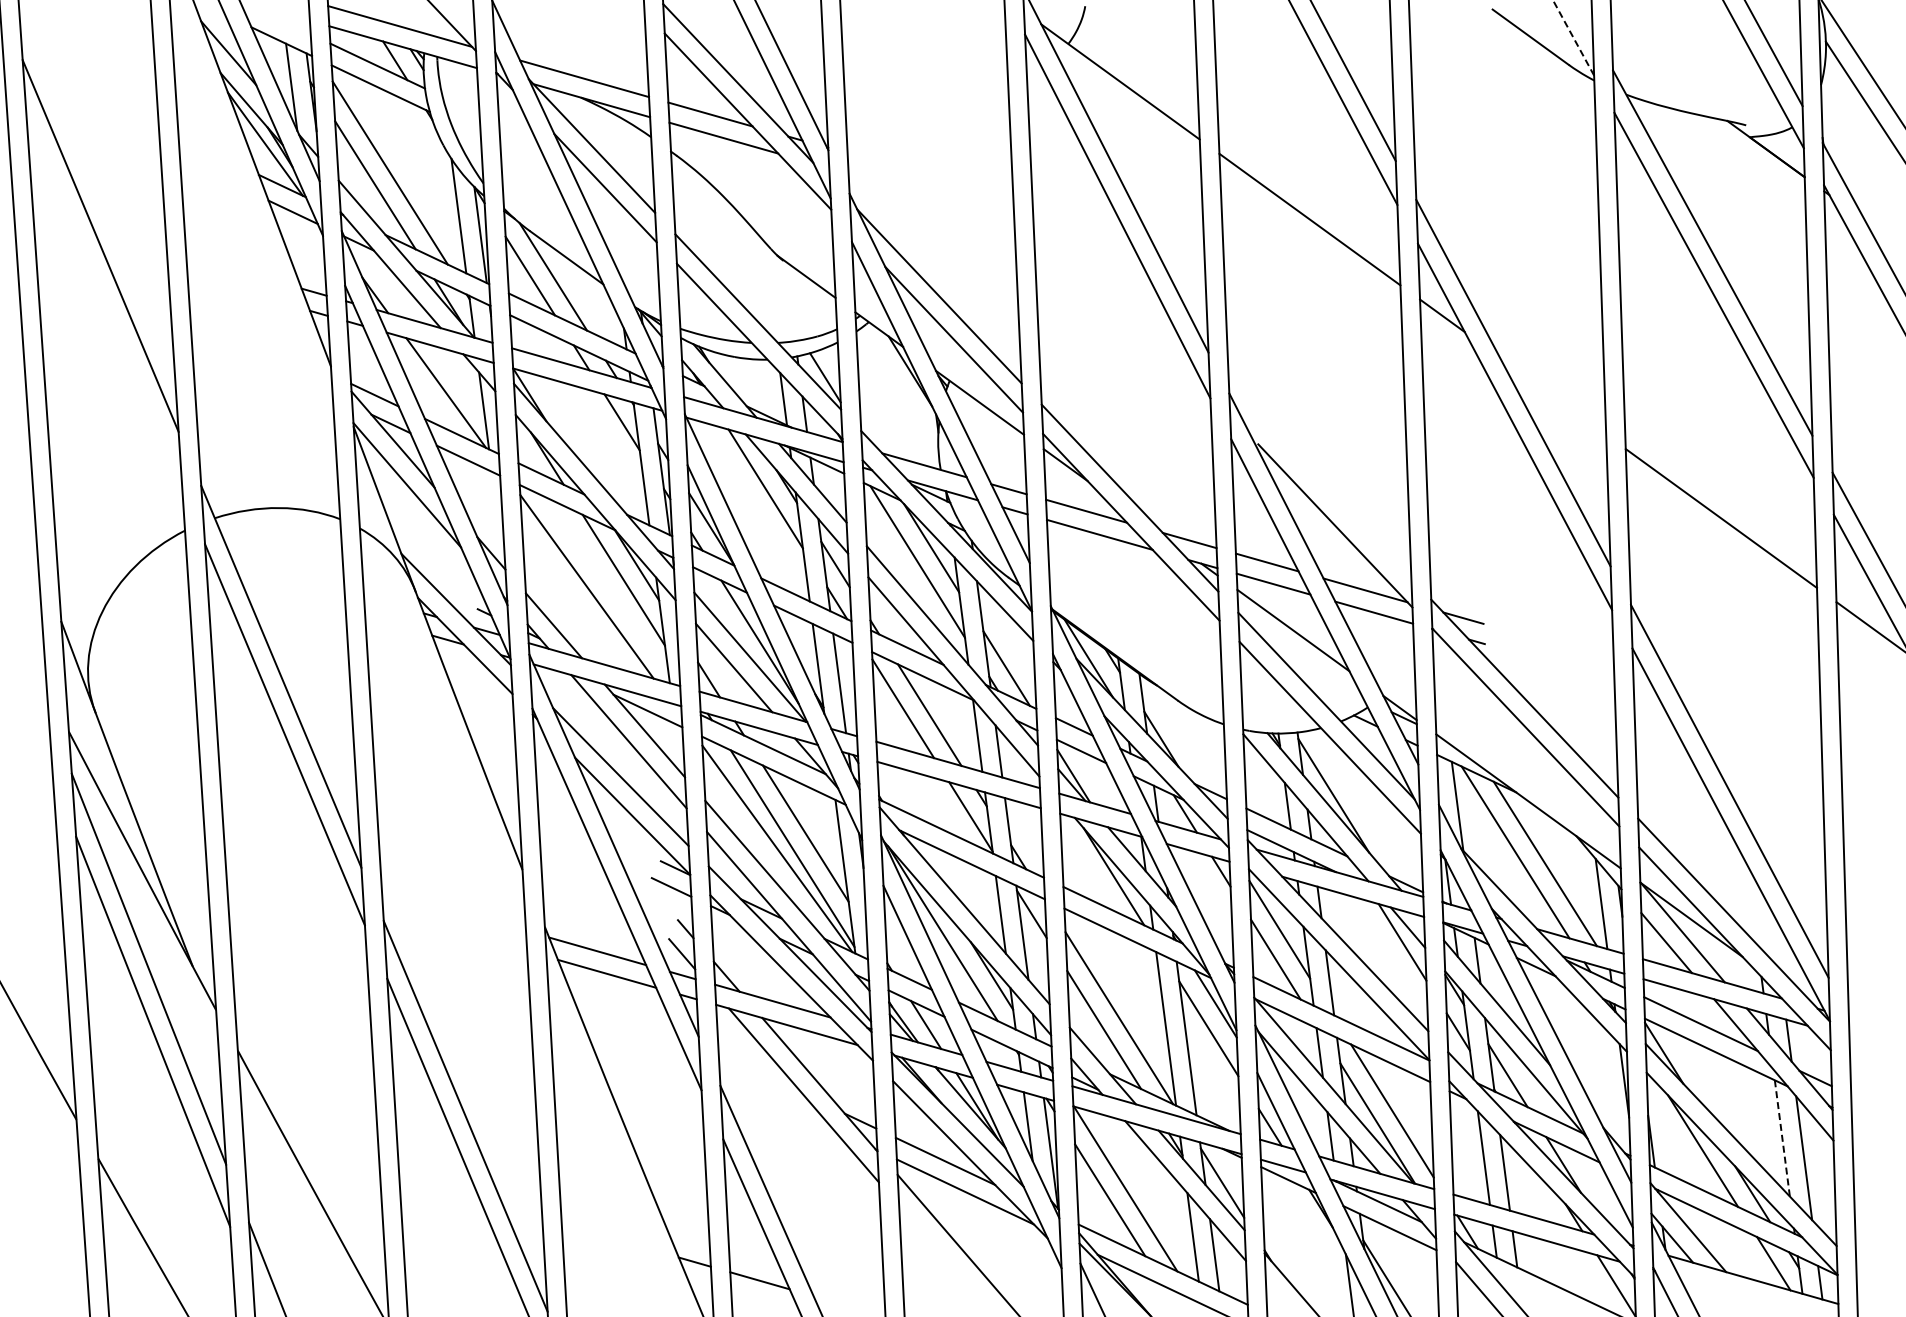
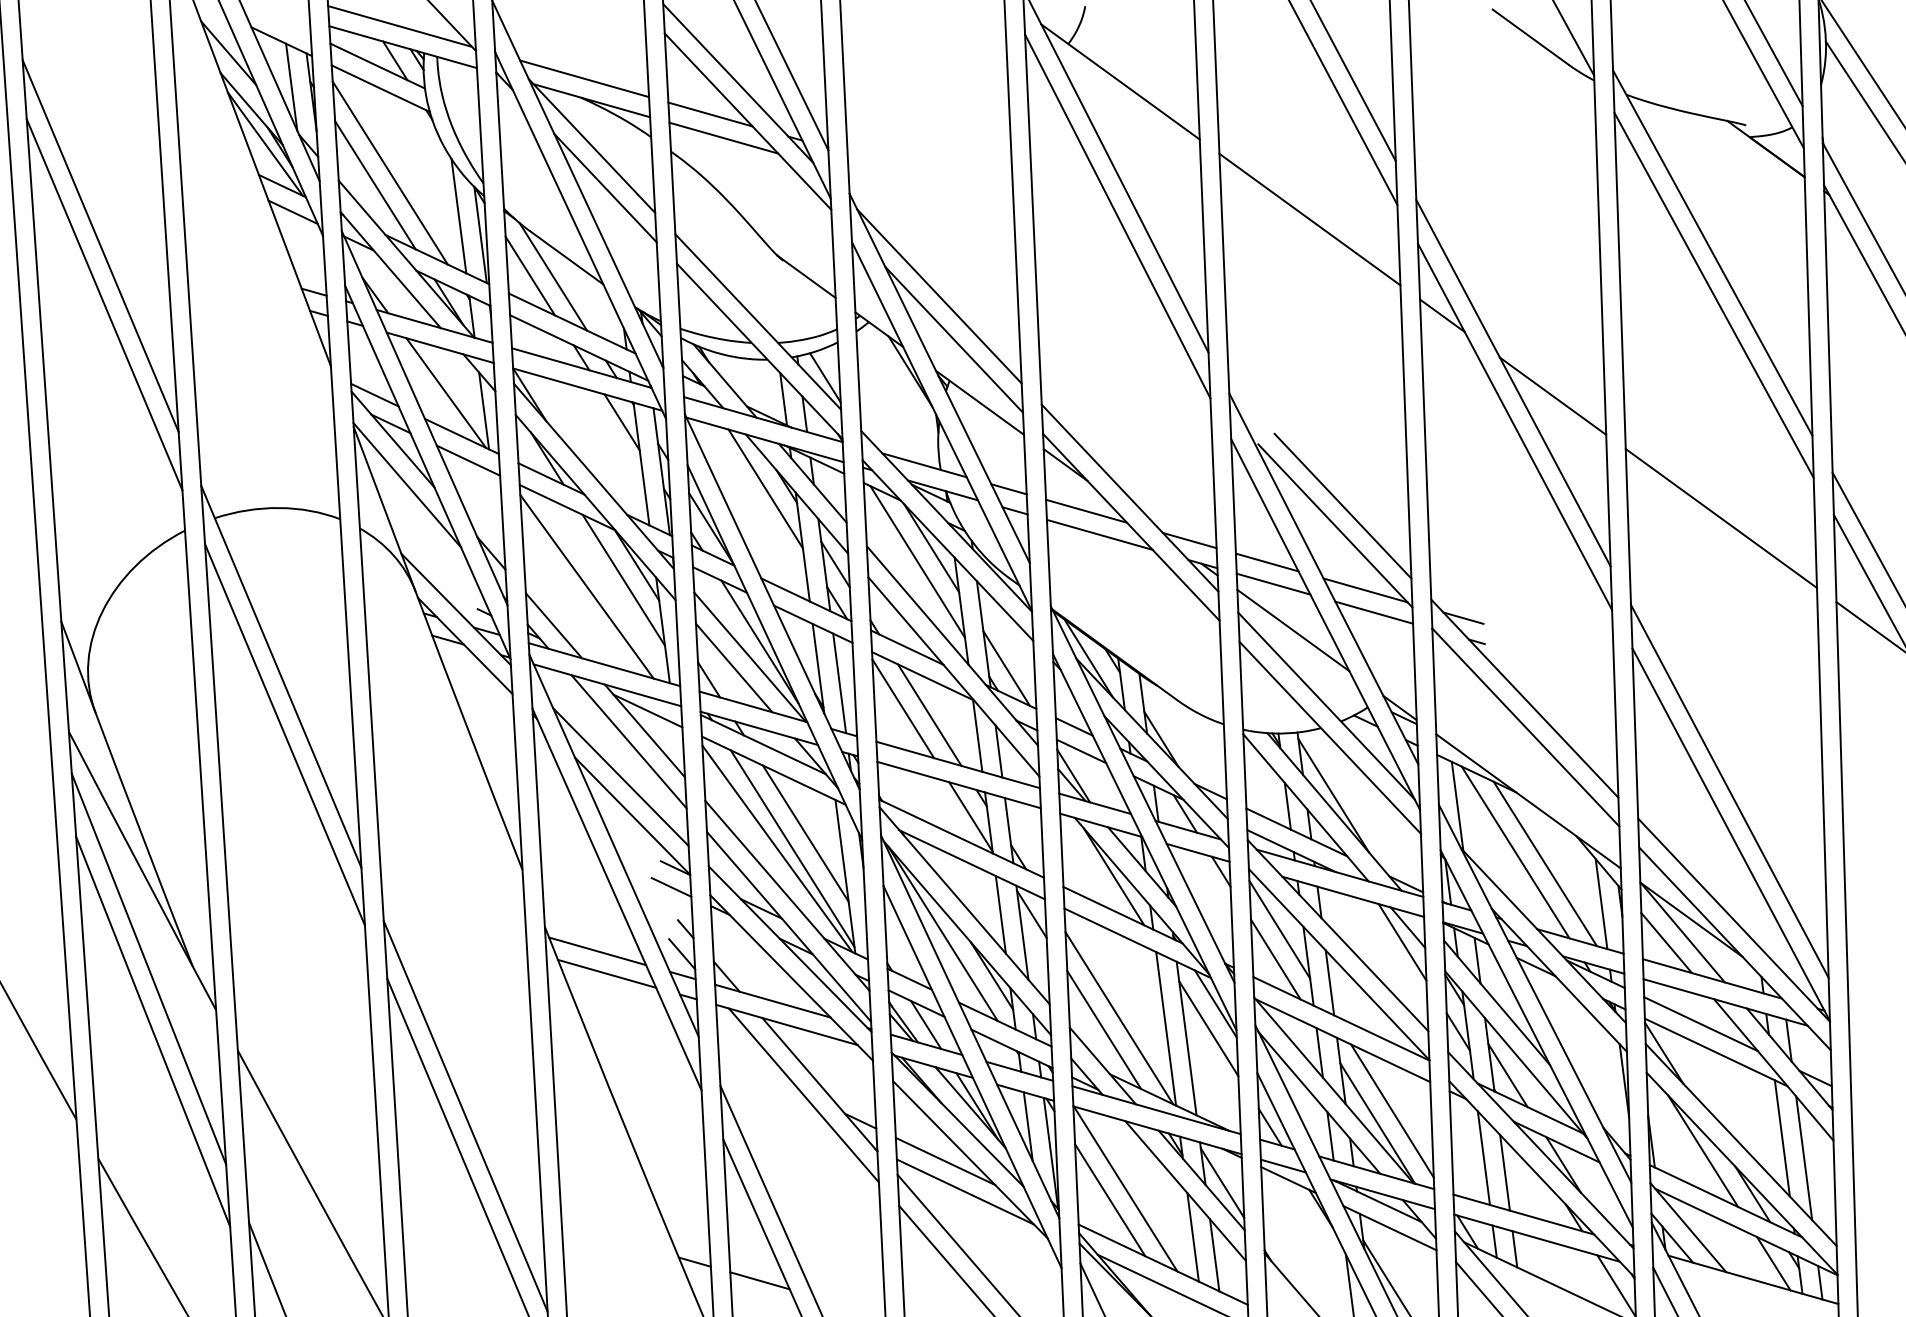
line at (1573, 37): dashed -> solid
line at (104, 304): none -> present
line at (1552, 395): none -> present
line at (1342, 505): none -> present
line at (1782, 1138): dashed -> solid
line at (945, 1259): none -> present
